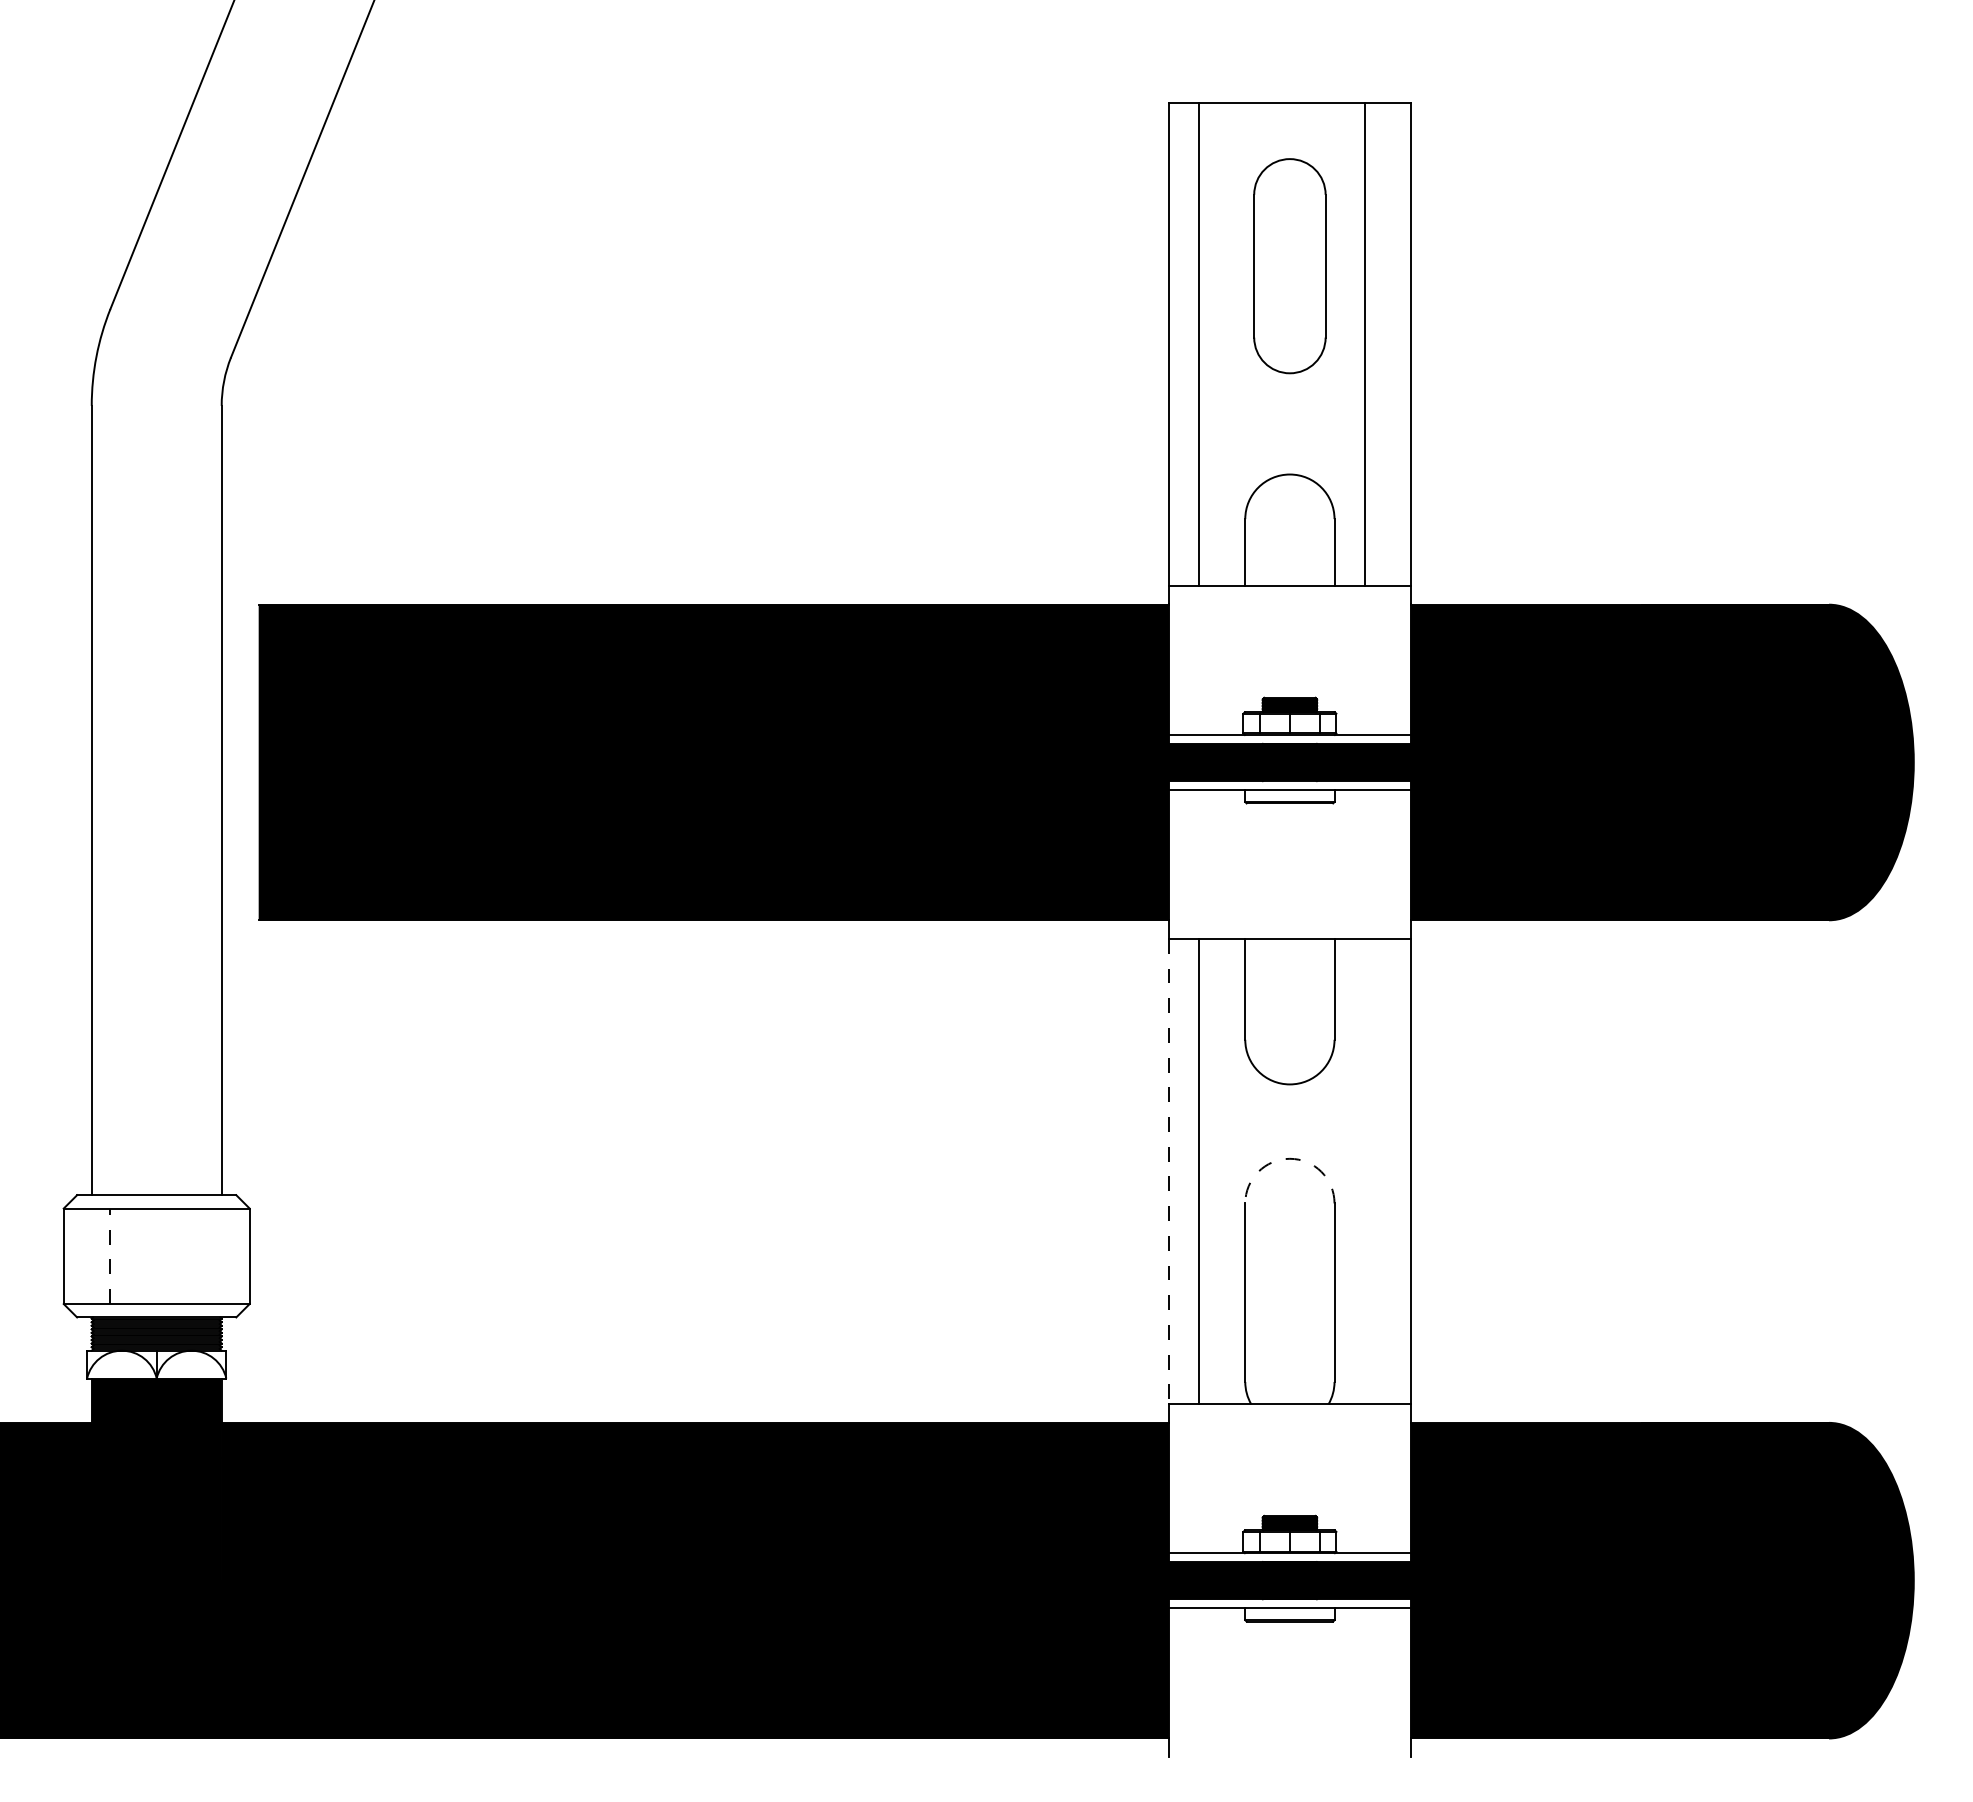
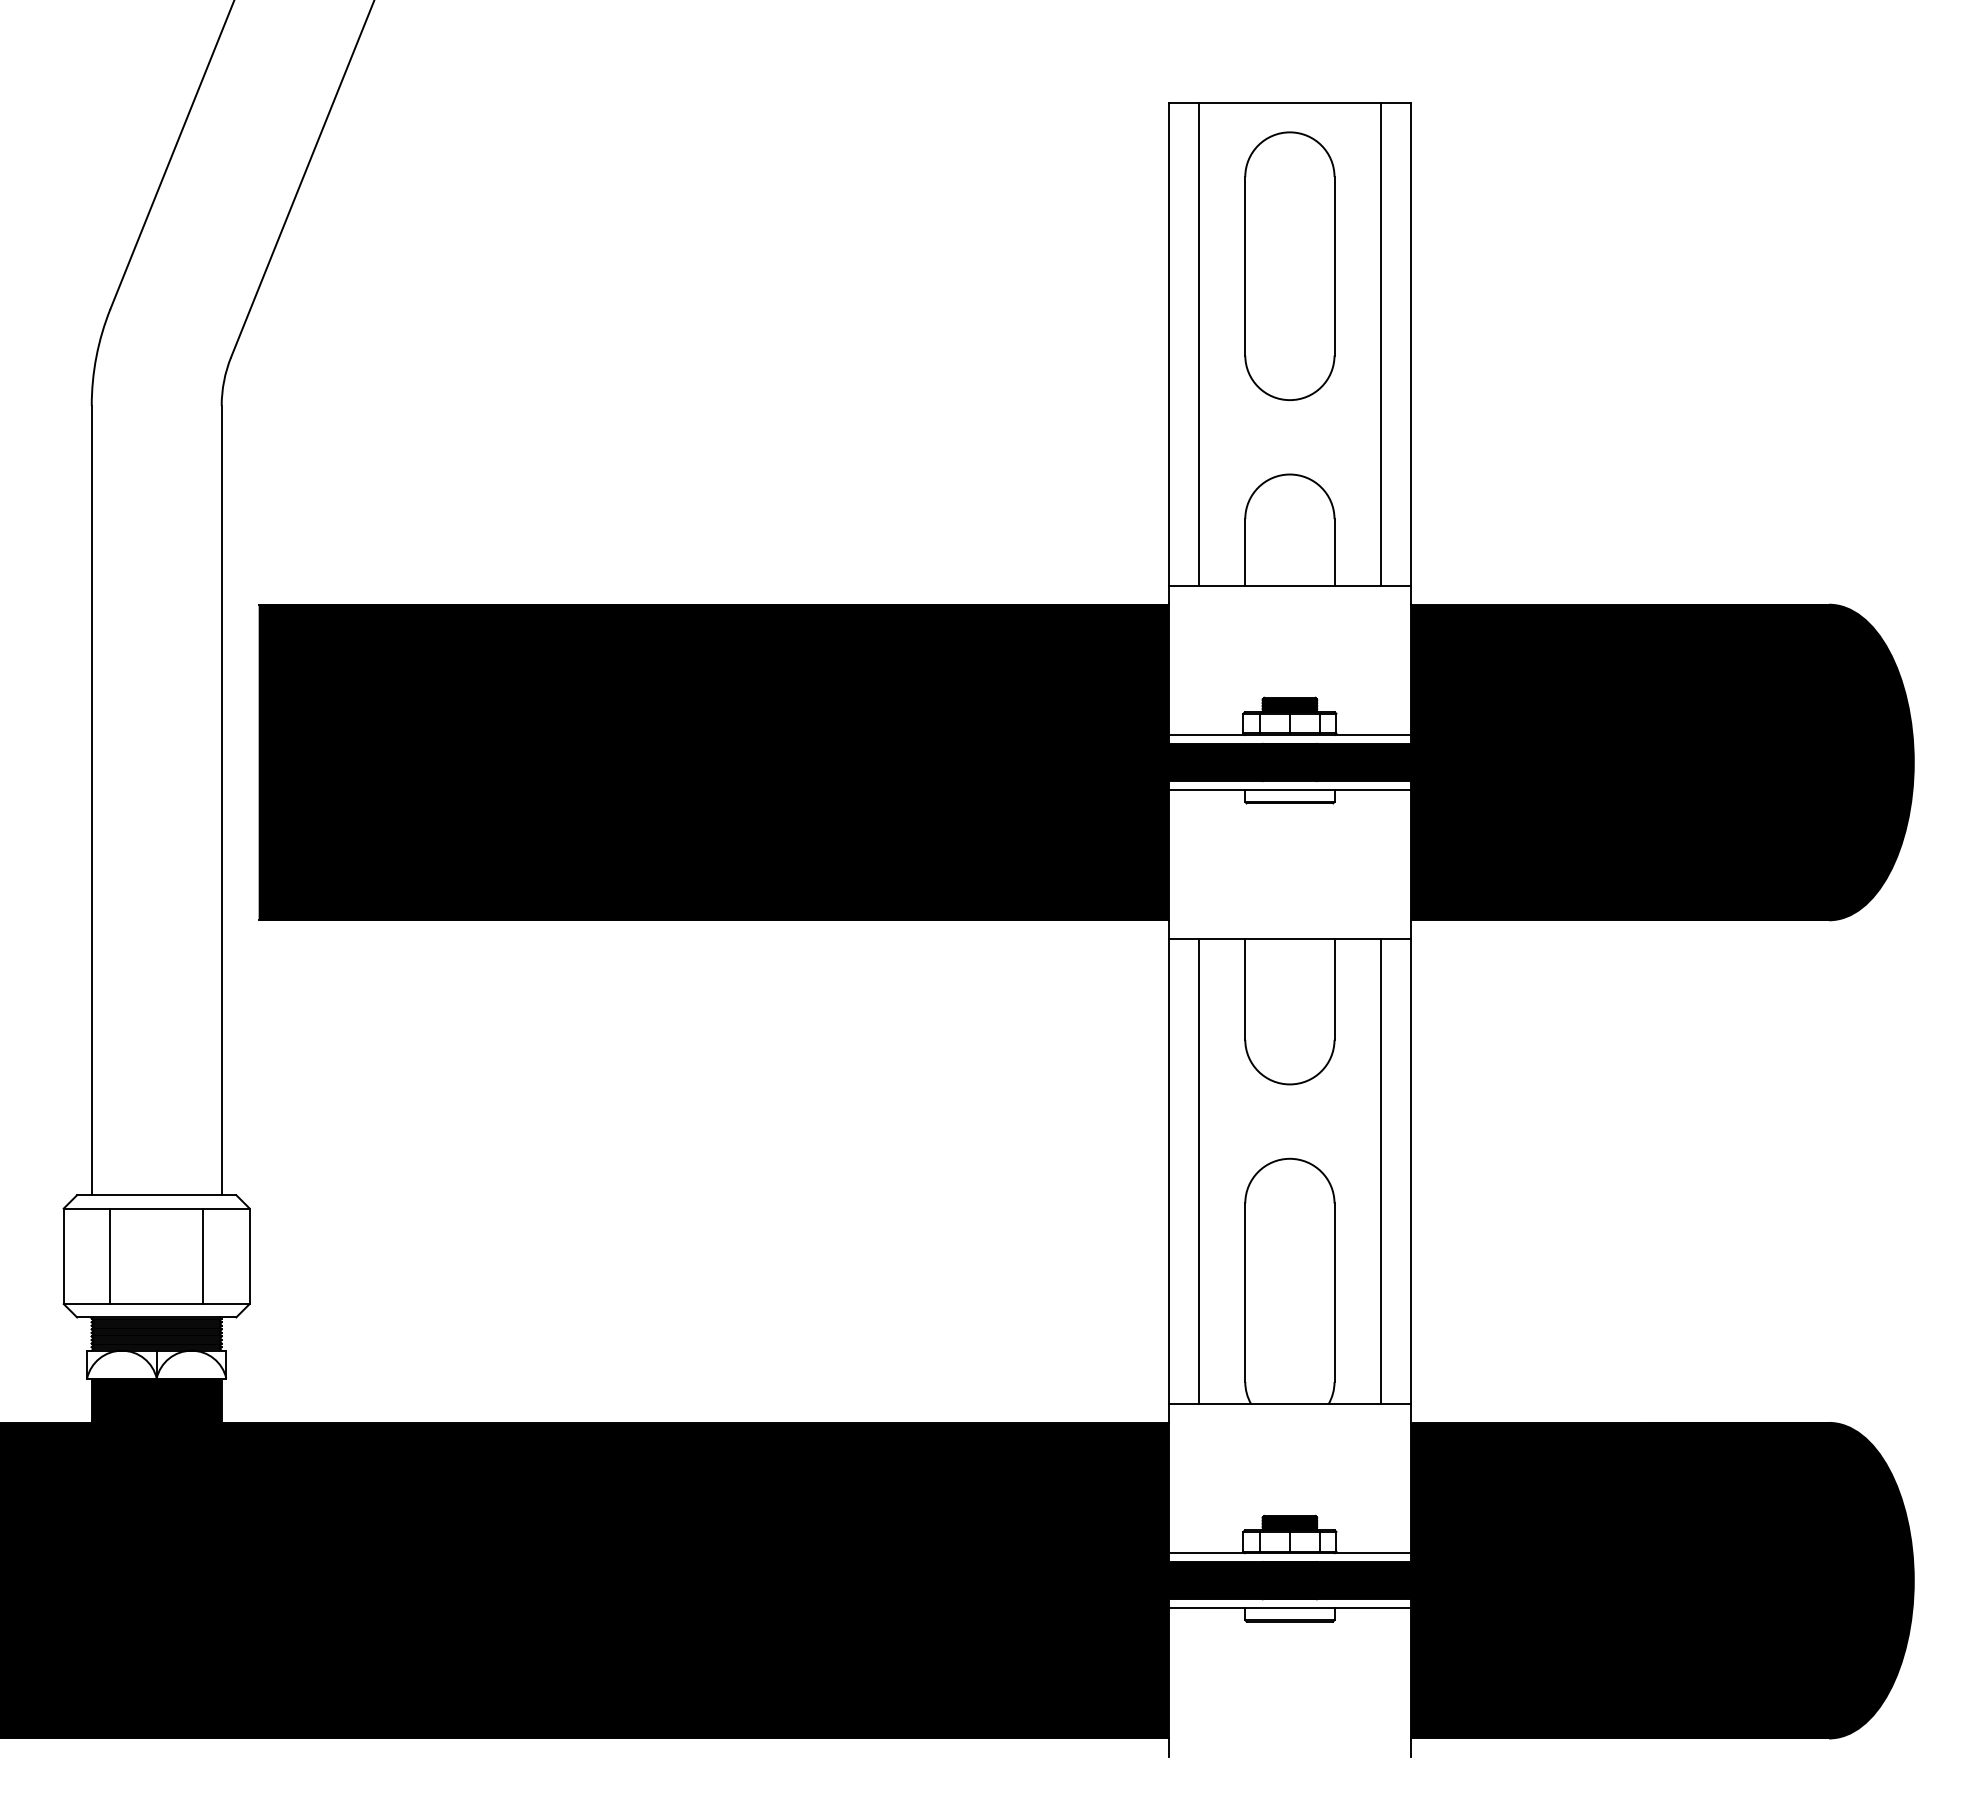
part at (1289, 266) size: 74x217 px -> 92x270 px
line at (1365, 344) position: (1365, 344) -> (1381, 344)
arc at (1289, 1158): dashed -> solid
line at (1169, 1171): dashed -> solid
line at (1381, 1171): none -> present
line at (110, 1256): dashed -> solid
line at (203, 1256): none -> present
